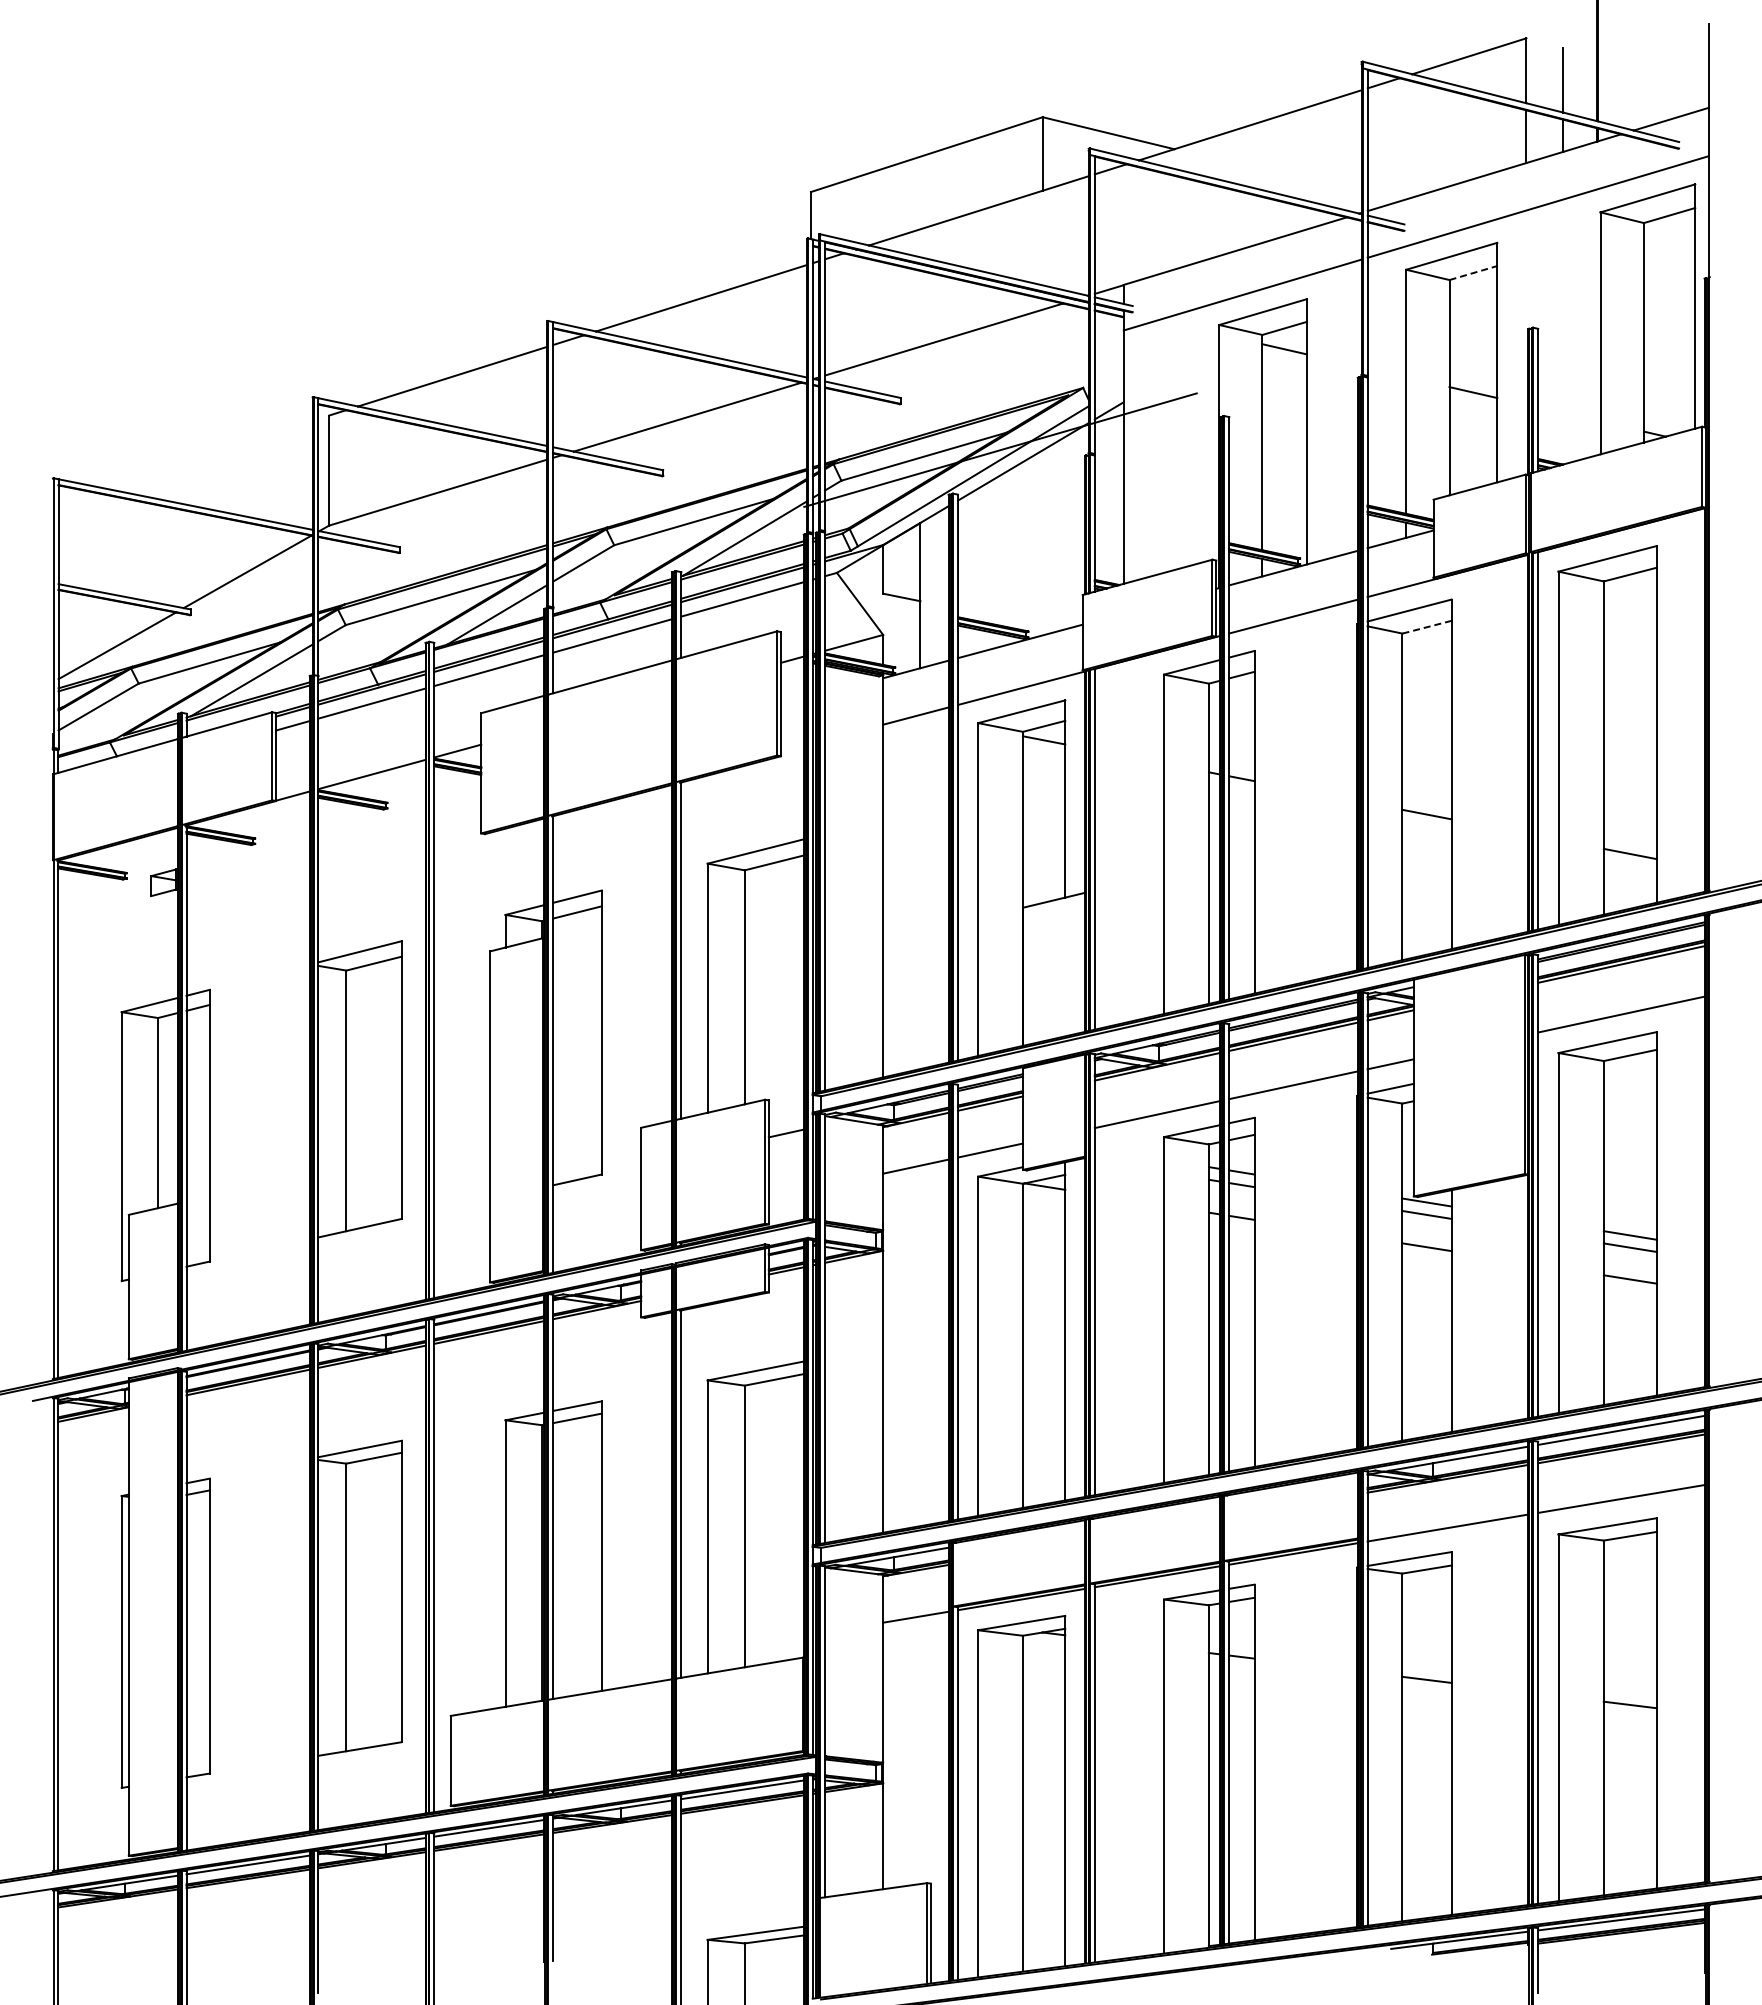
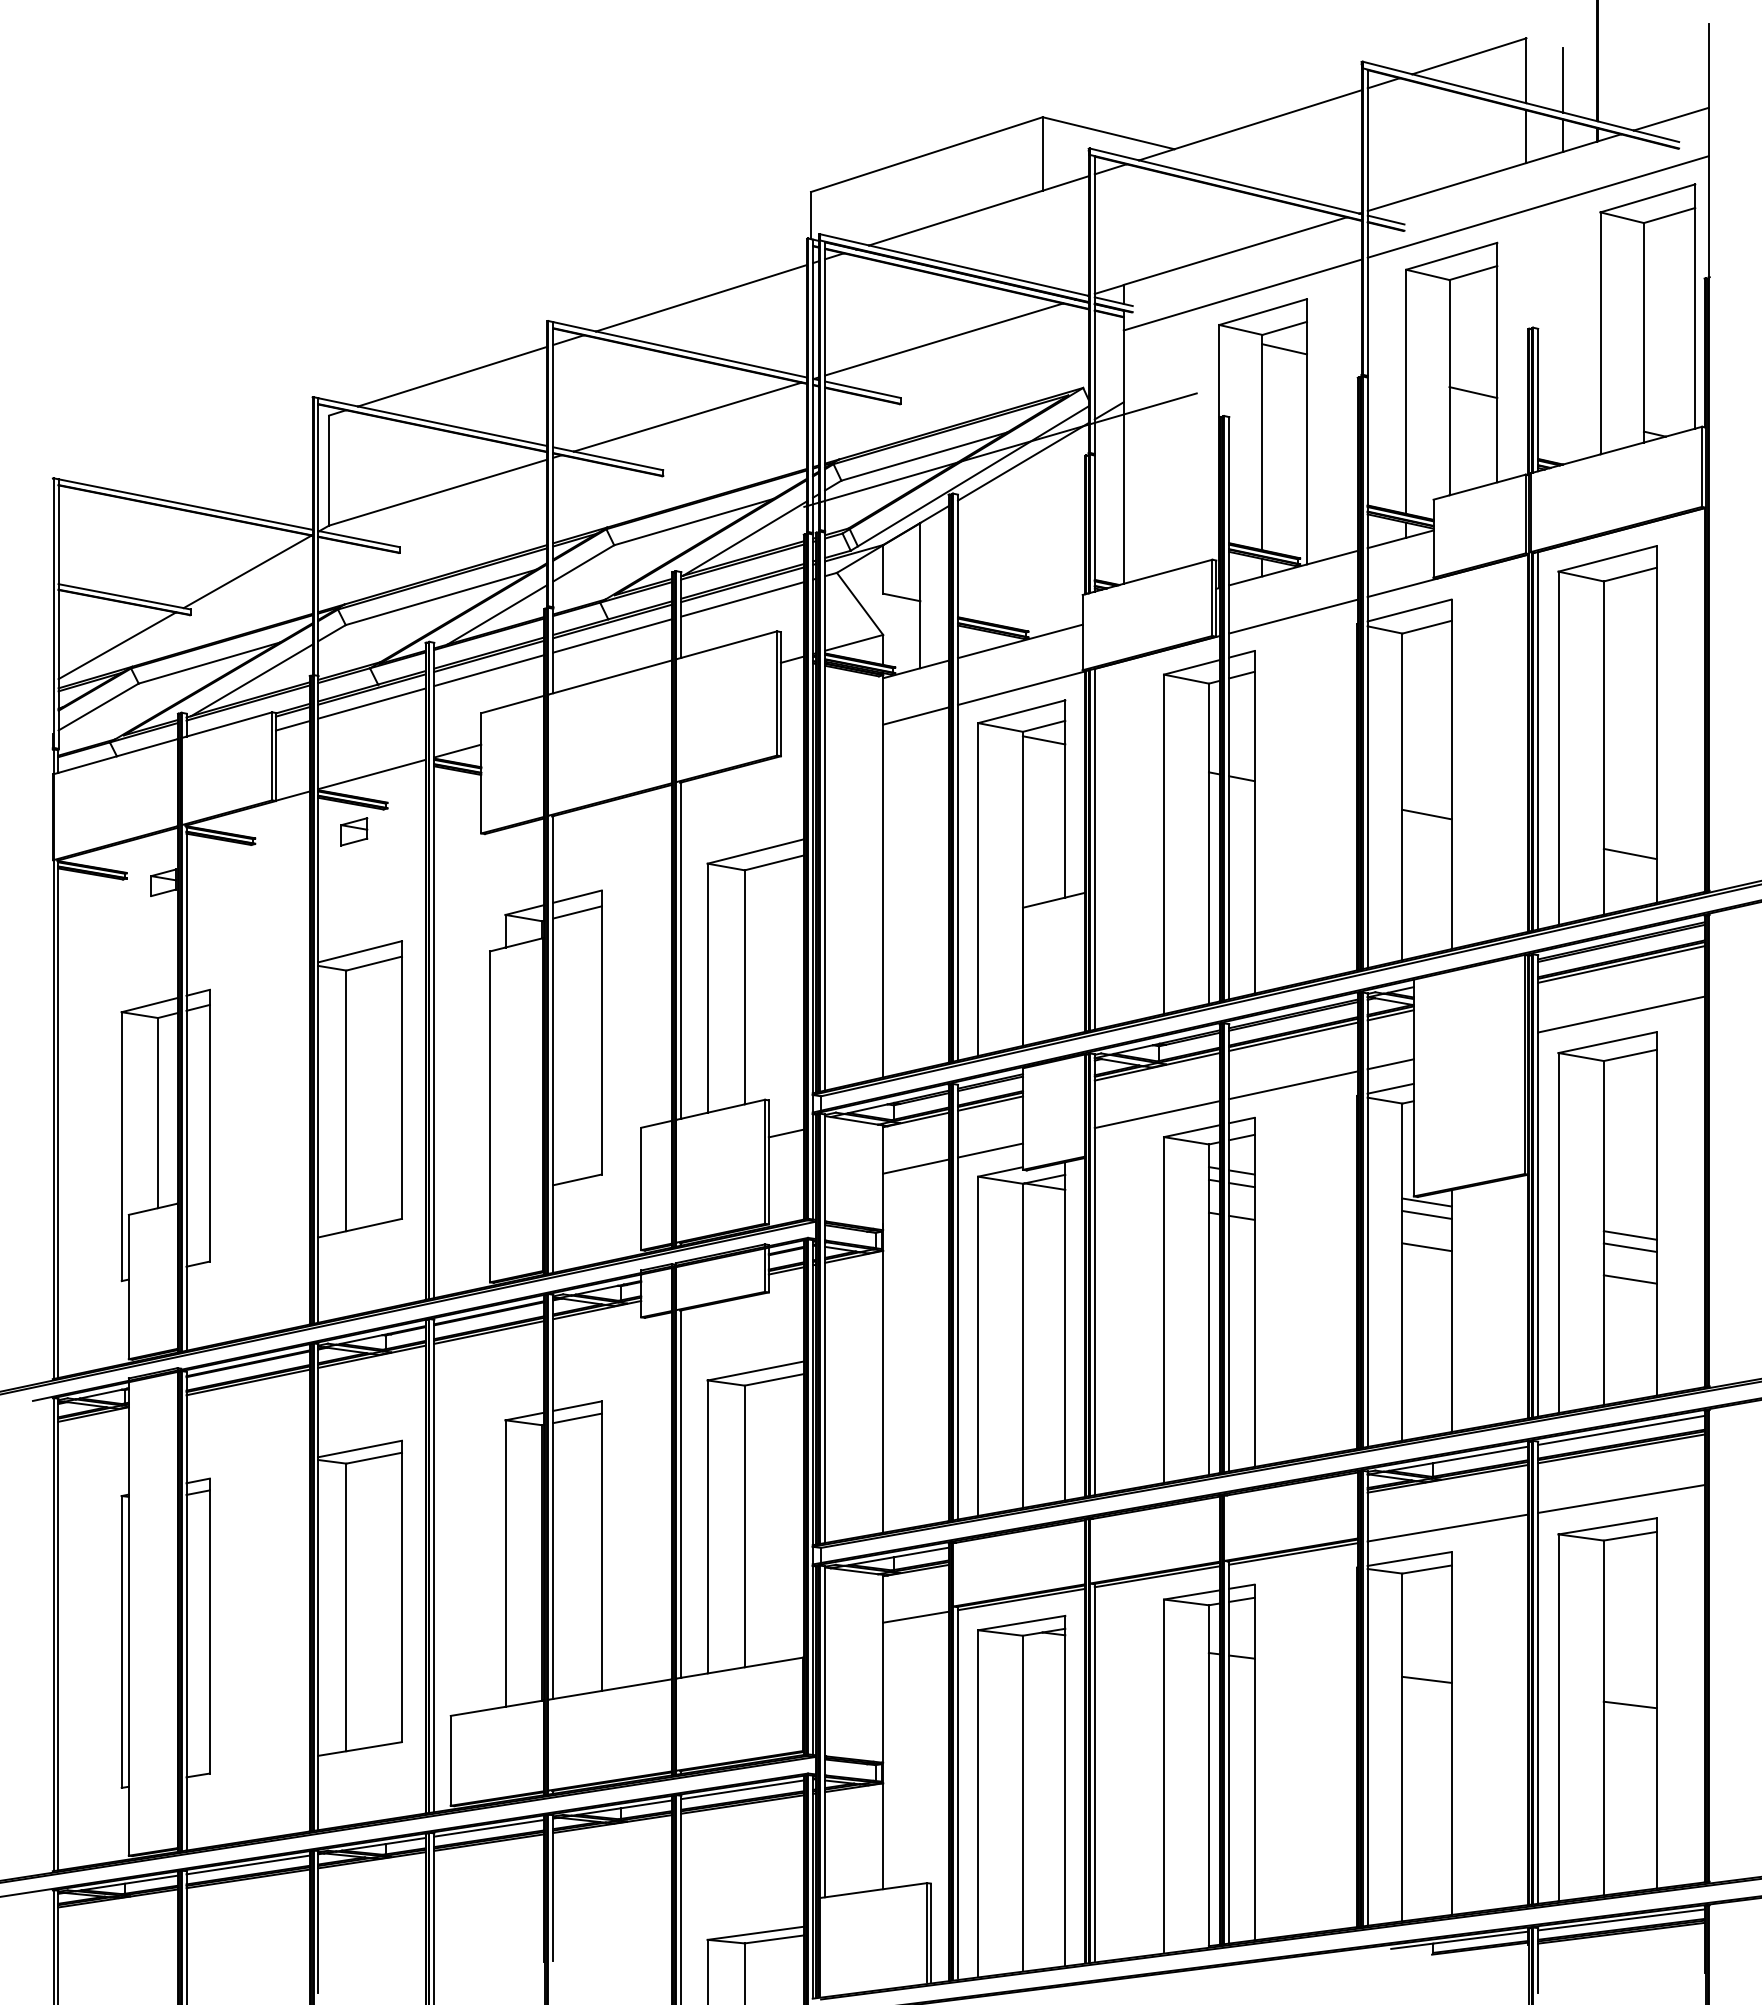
line at (1473, 273): dashed -> solid
line at (1427, 627): dashed -> solid
part at (354, 831): none -> present
